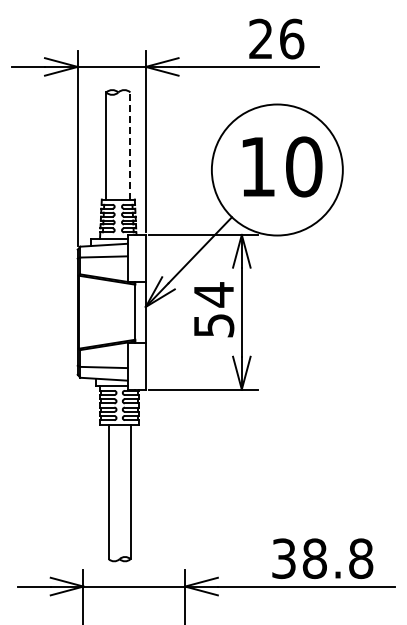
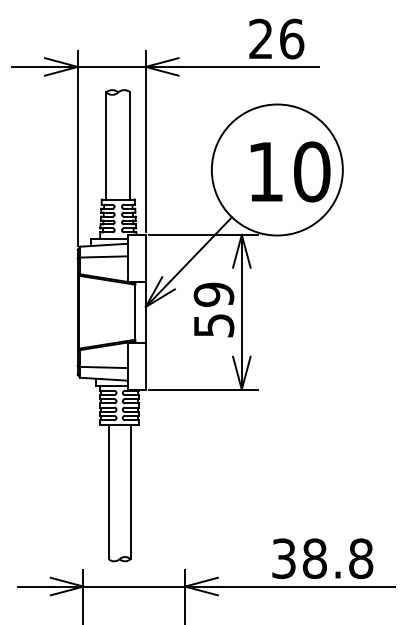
line at (130, 146): dashed -> solid
text at (282, 166) position: (282, 166) -> (290, 171)
text at (213, 294): 54 -> 59
